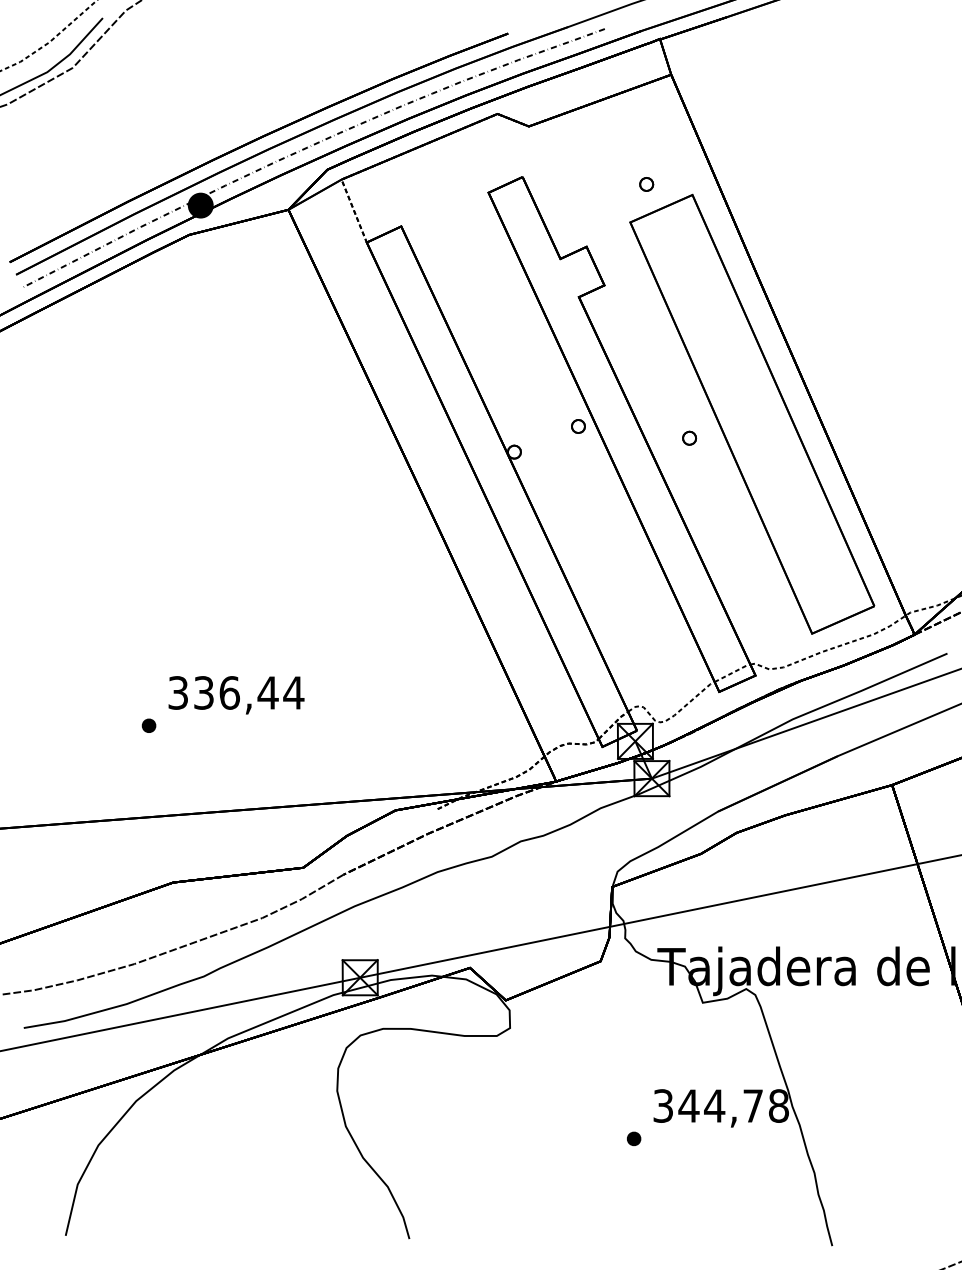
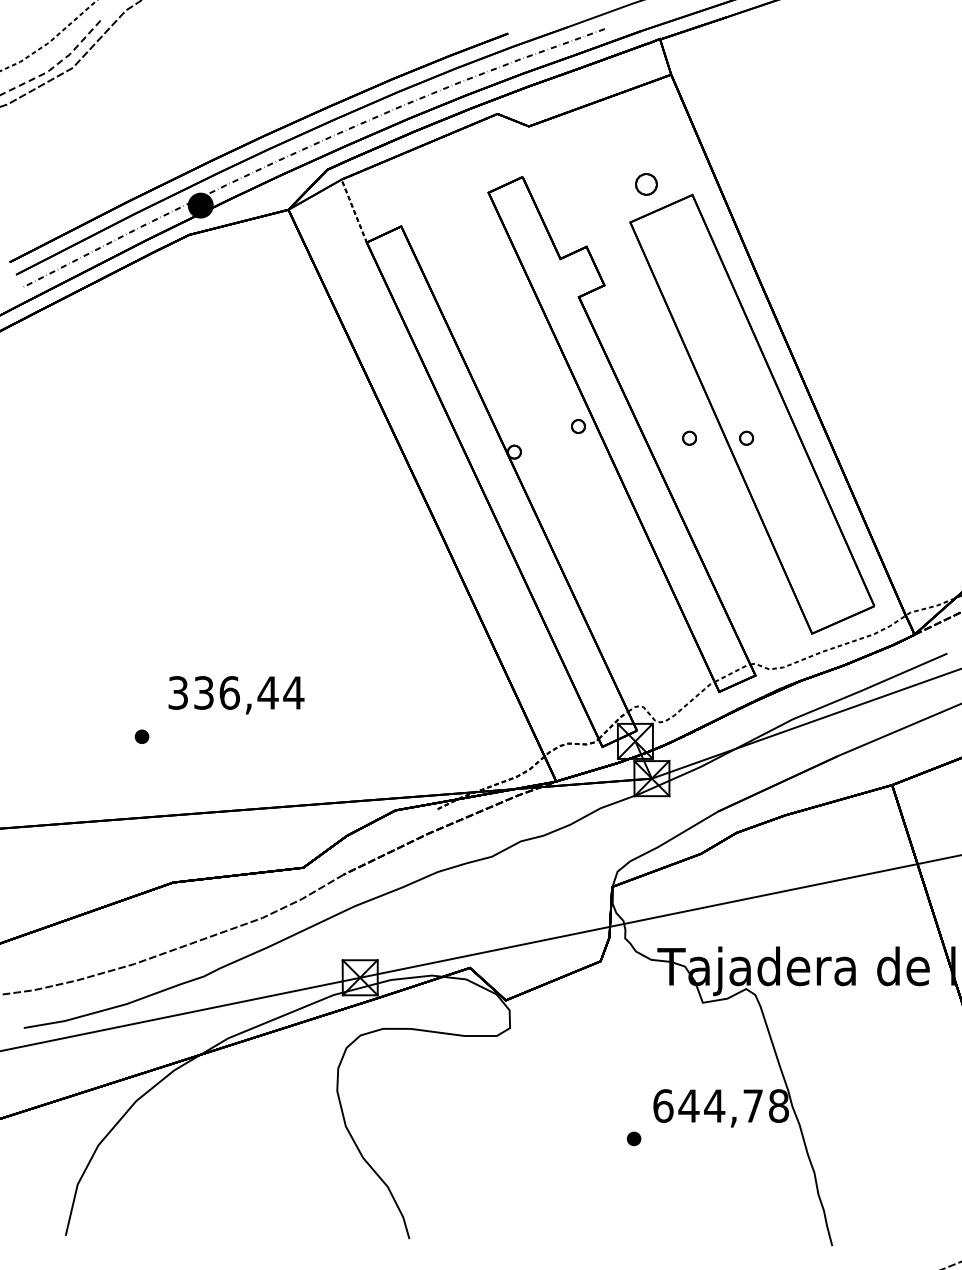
line at (57, 64): solid -> dashed
part at (646, 184) size: 16x15 px -> 23x23 px
part at (746, 437): none -> present
part at (148, 725) position: (148, 725) -> (141, 736)
text at (663, 1105): 344,78 -> 644,78
